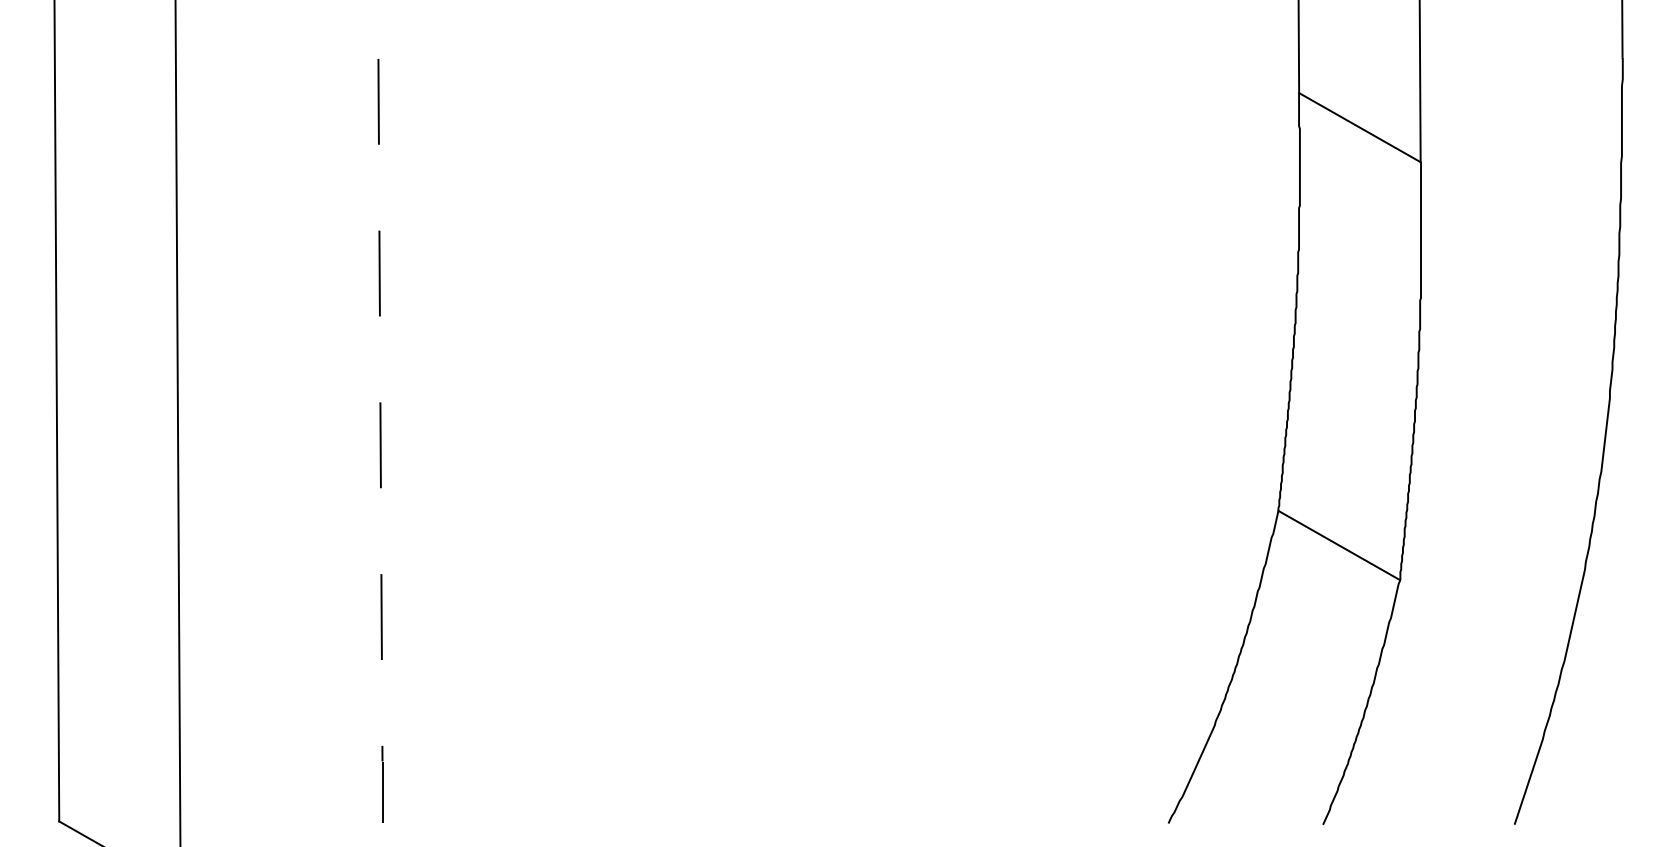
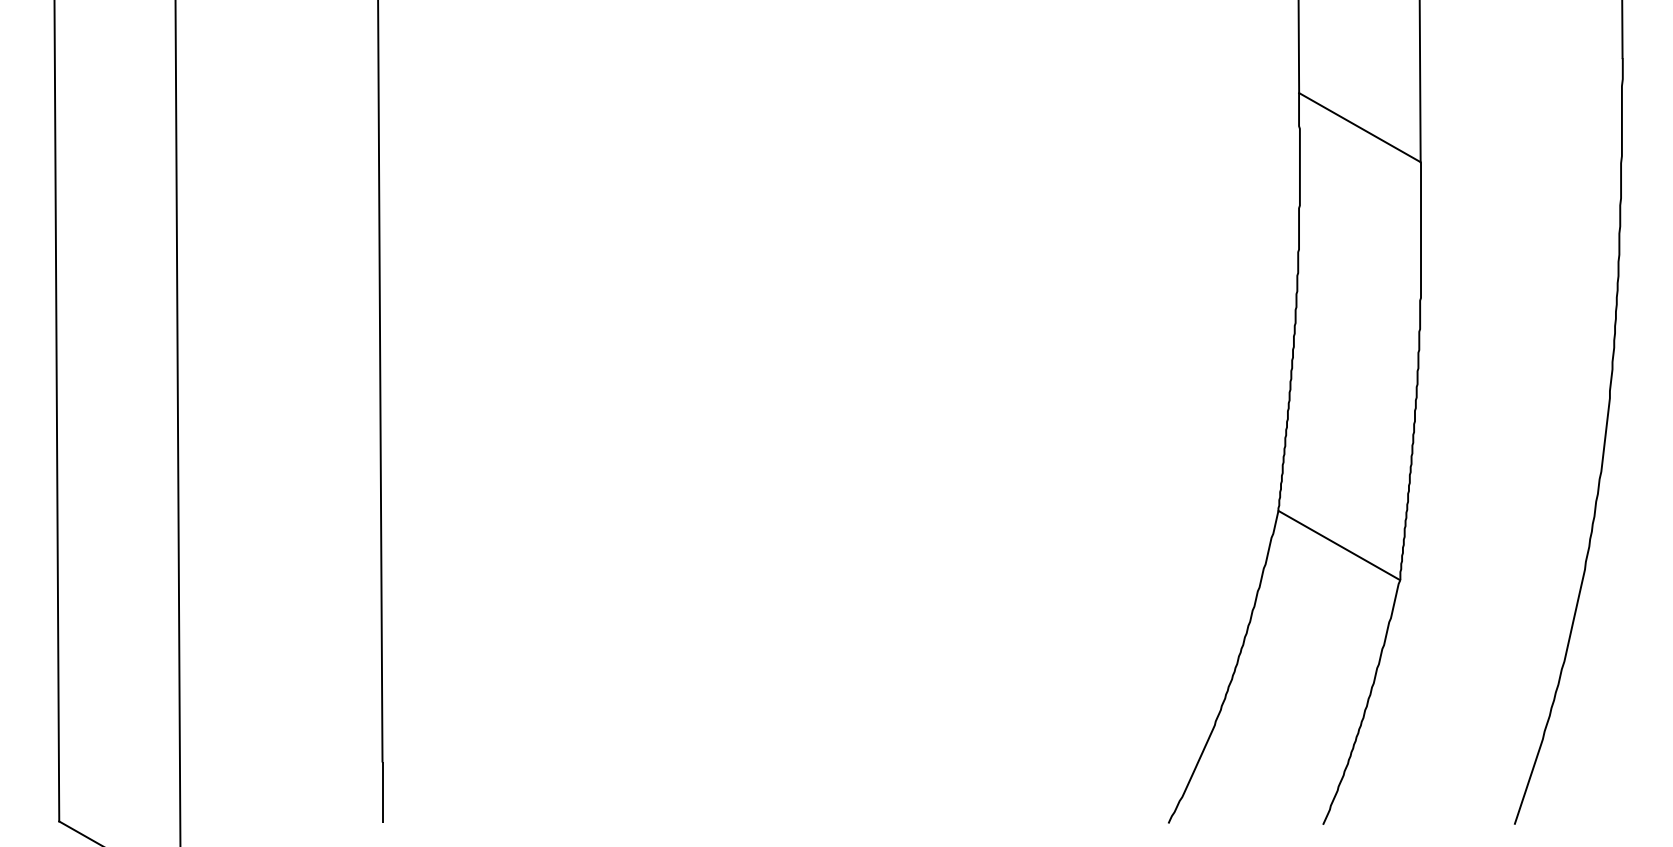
line at (380, 381): dashed -> solid
